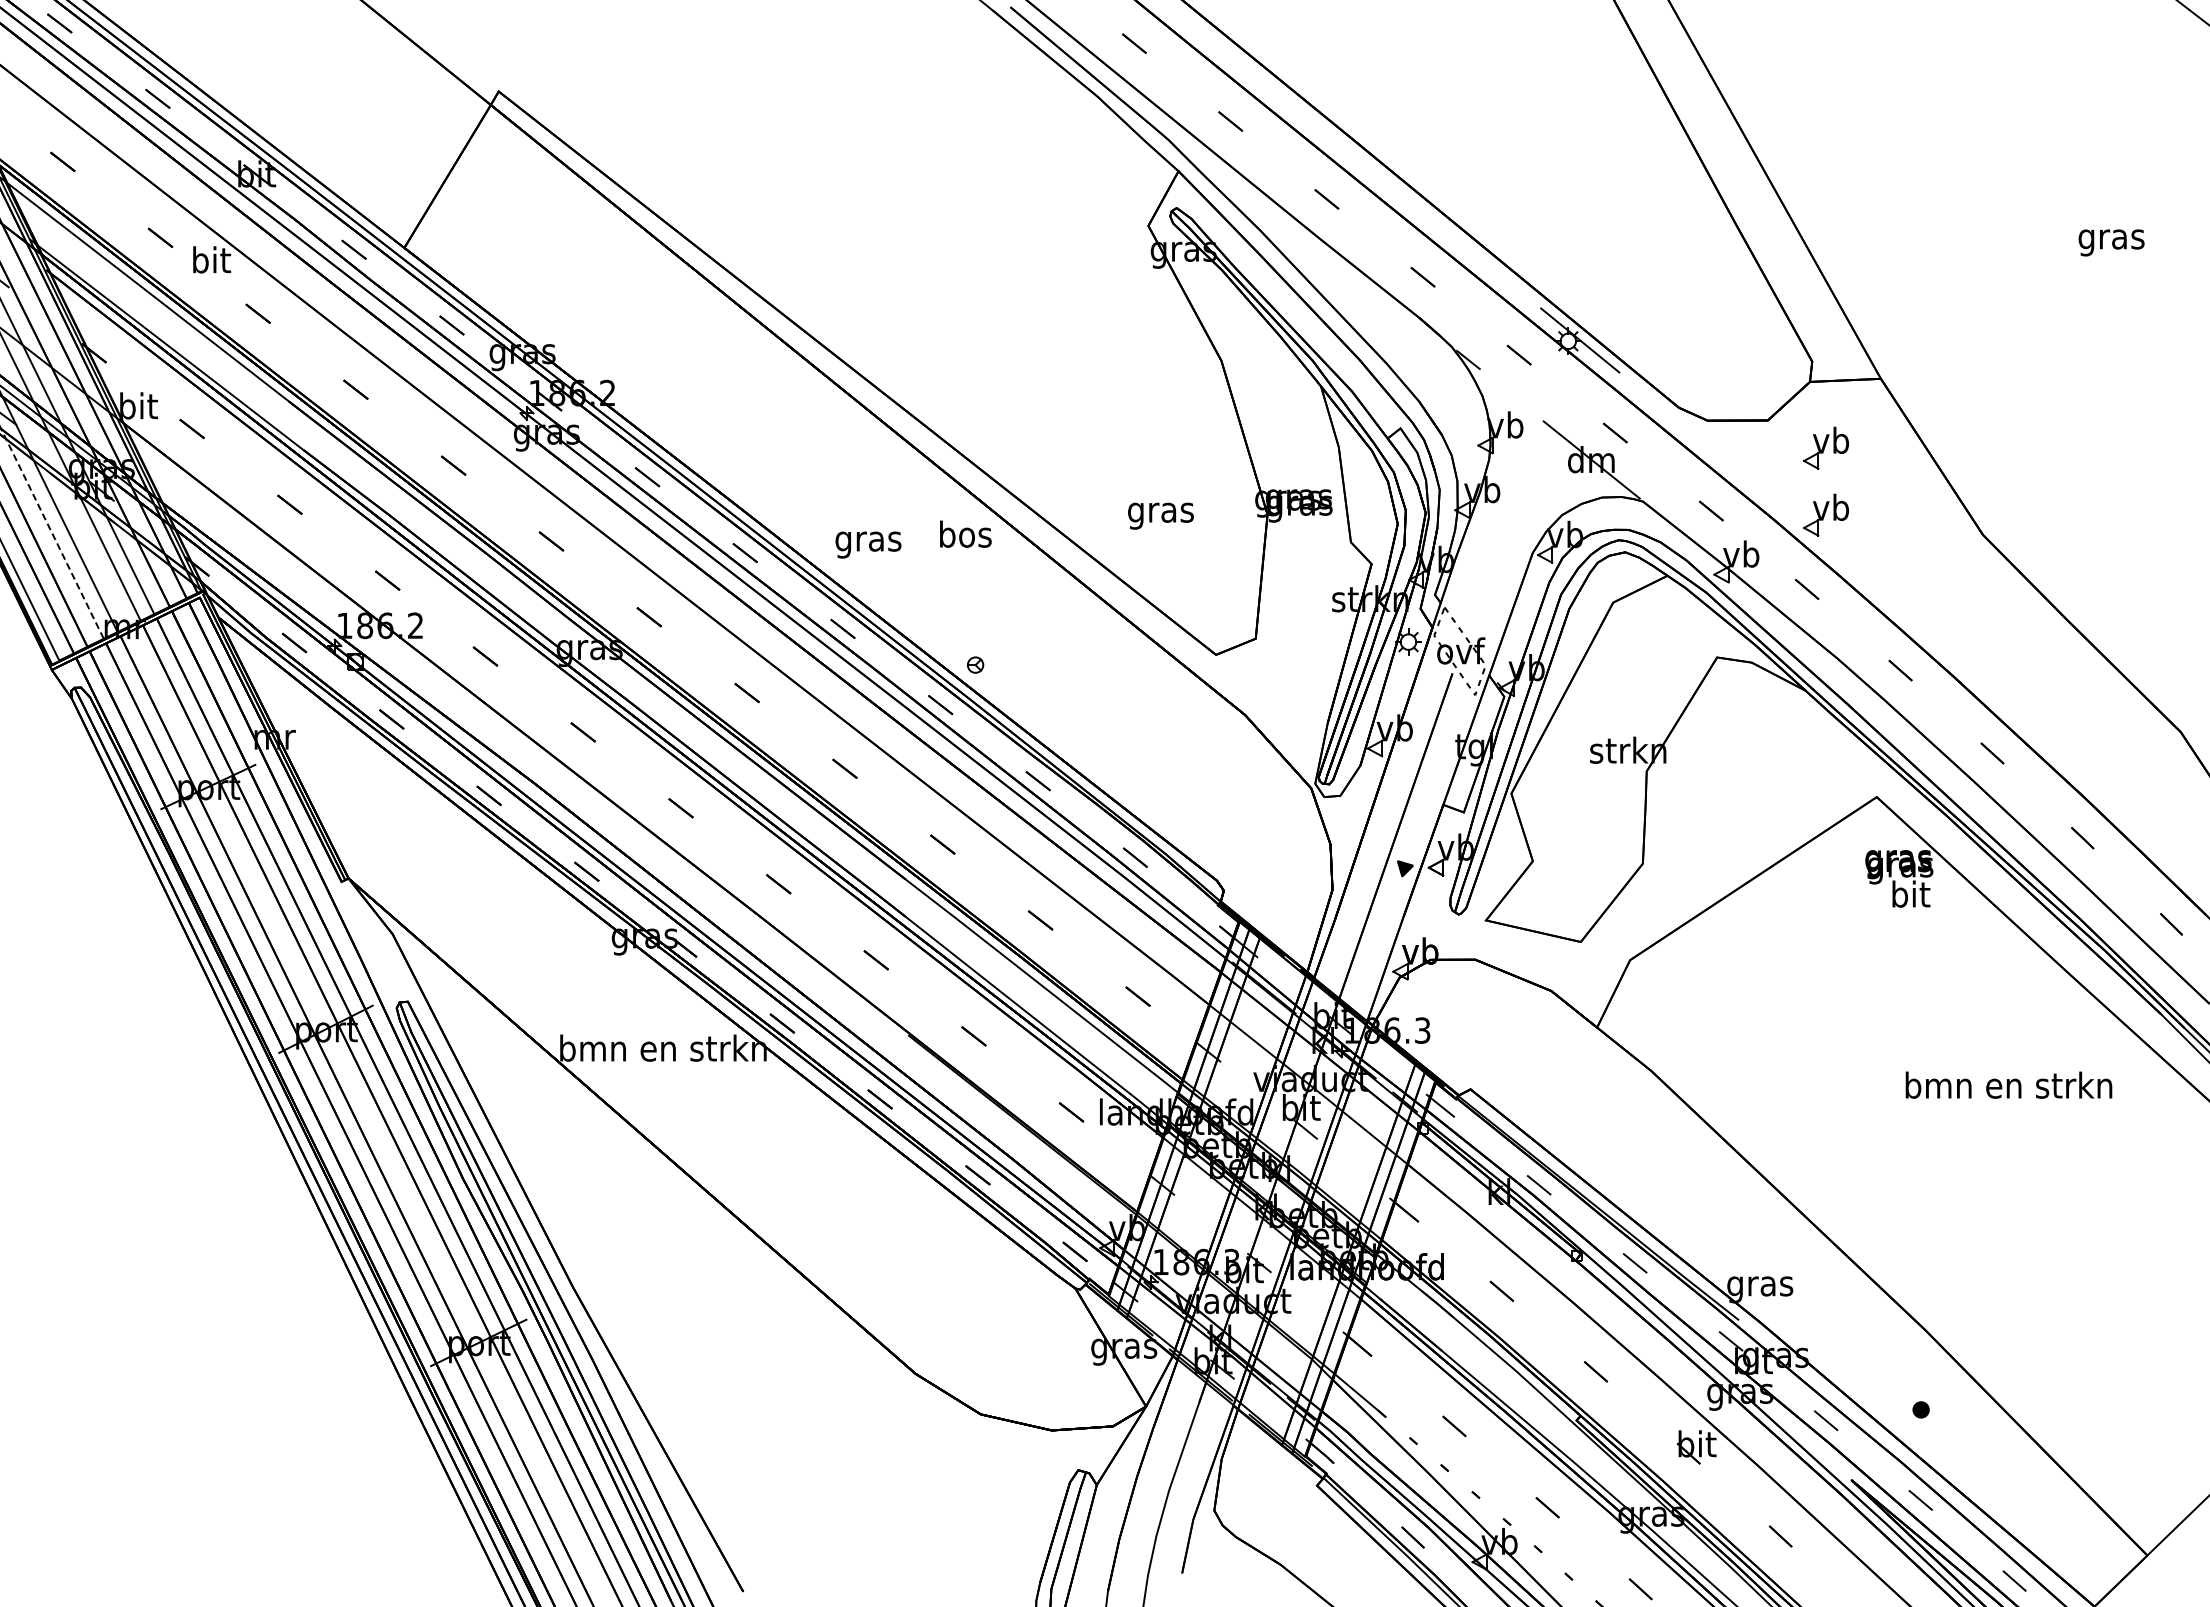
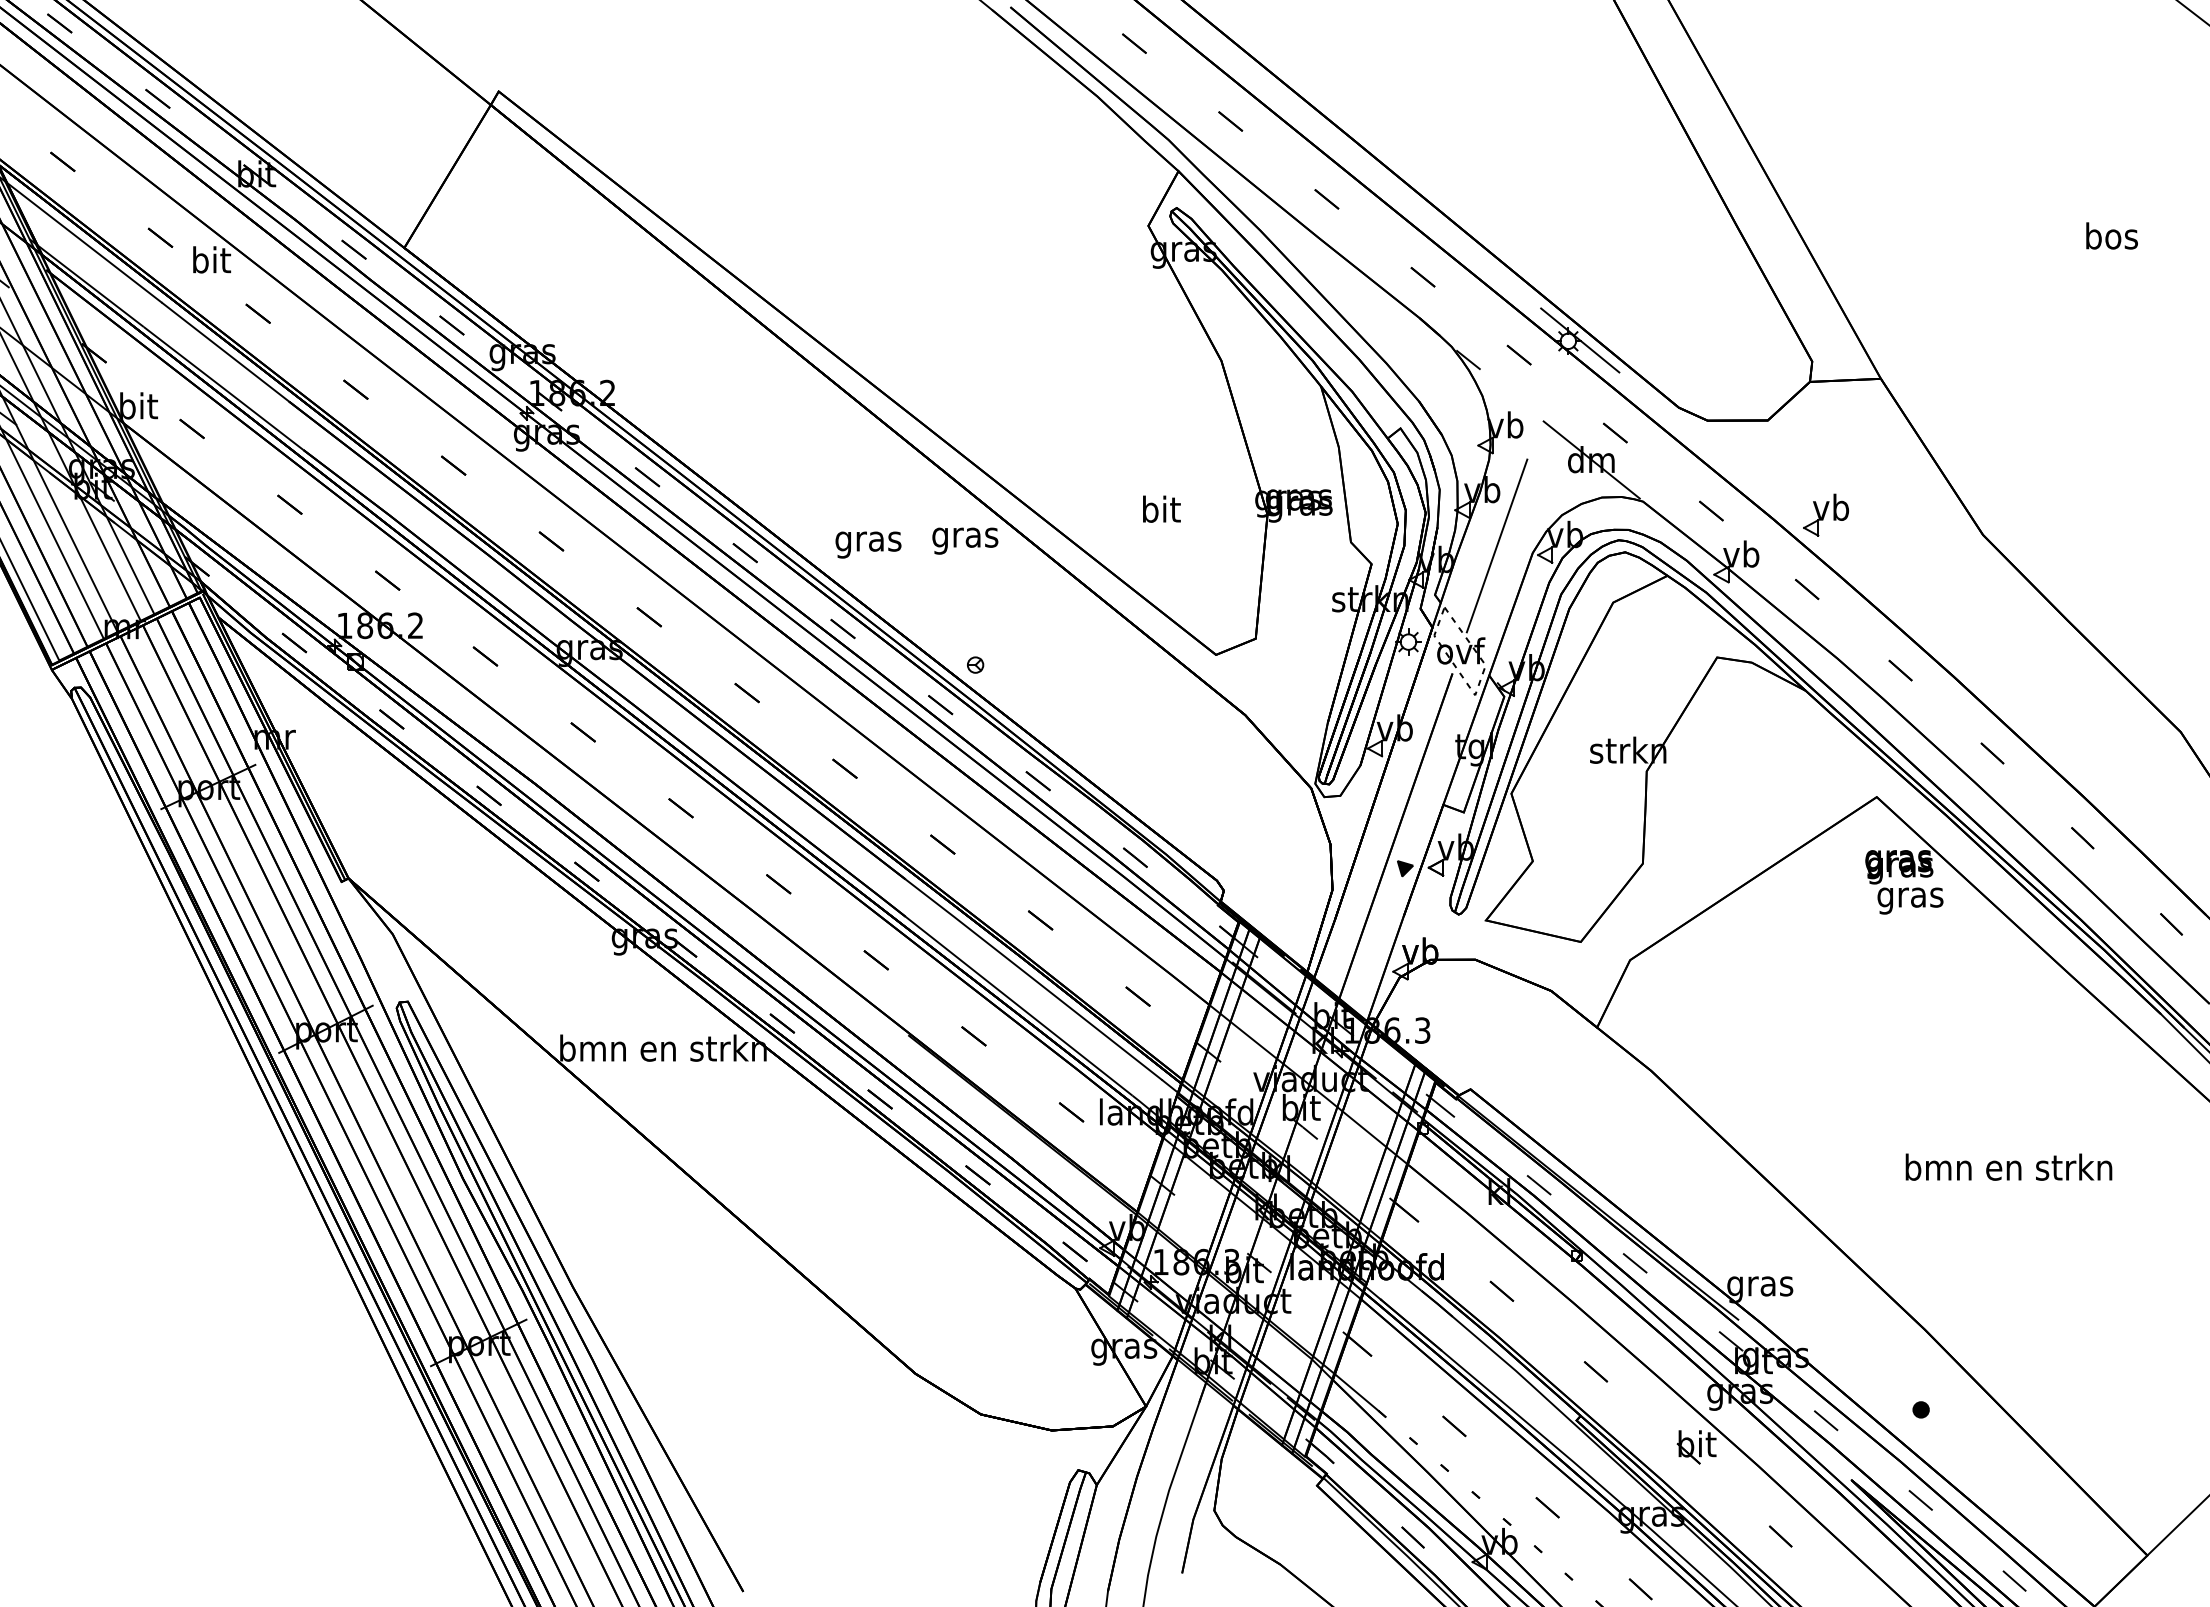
text at (2111, 239): gras -> bos
part at (1825, 447): present -> none
text at (1160, 512): gras -> bit
line at (51, 532): dashed -> solid
text at (965, 537): bos -> gras
line at (1496, 545): none -> present
text at (1910, 897): bit -> gras
text at (2008, 1084) position: (2008, 1084) -> (2008, 1166)
